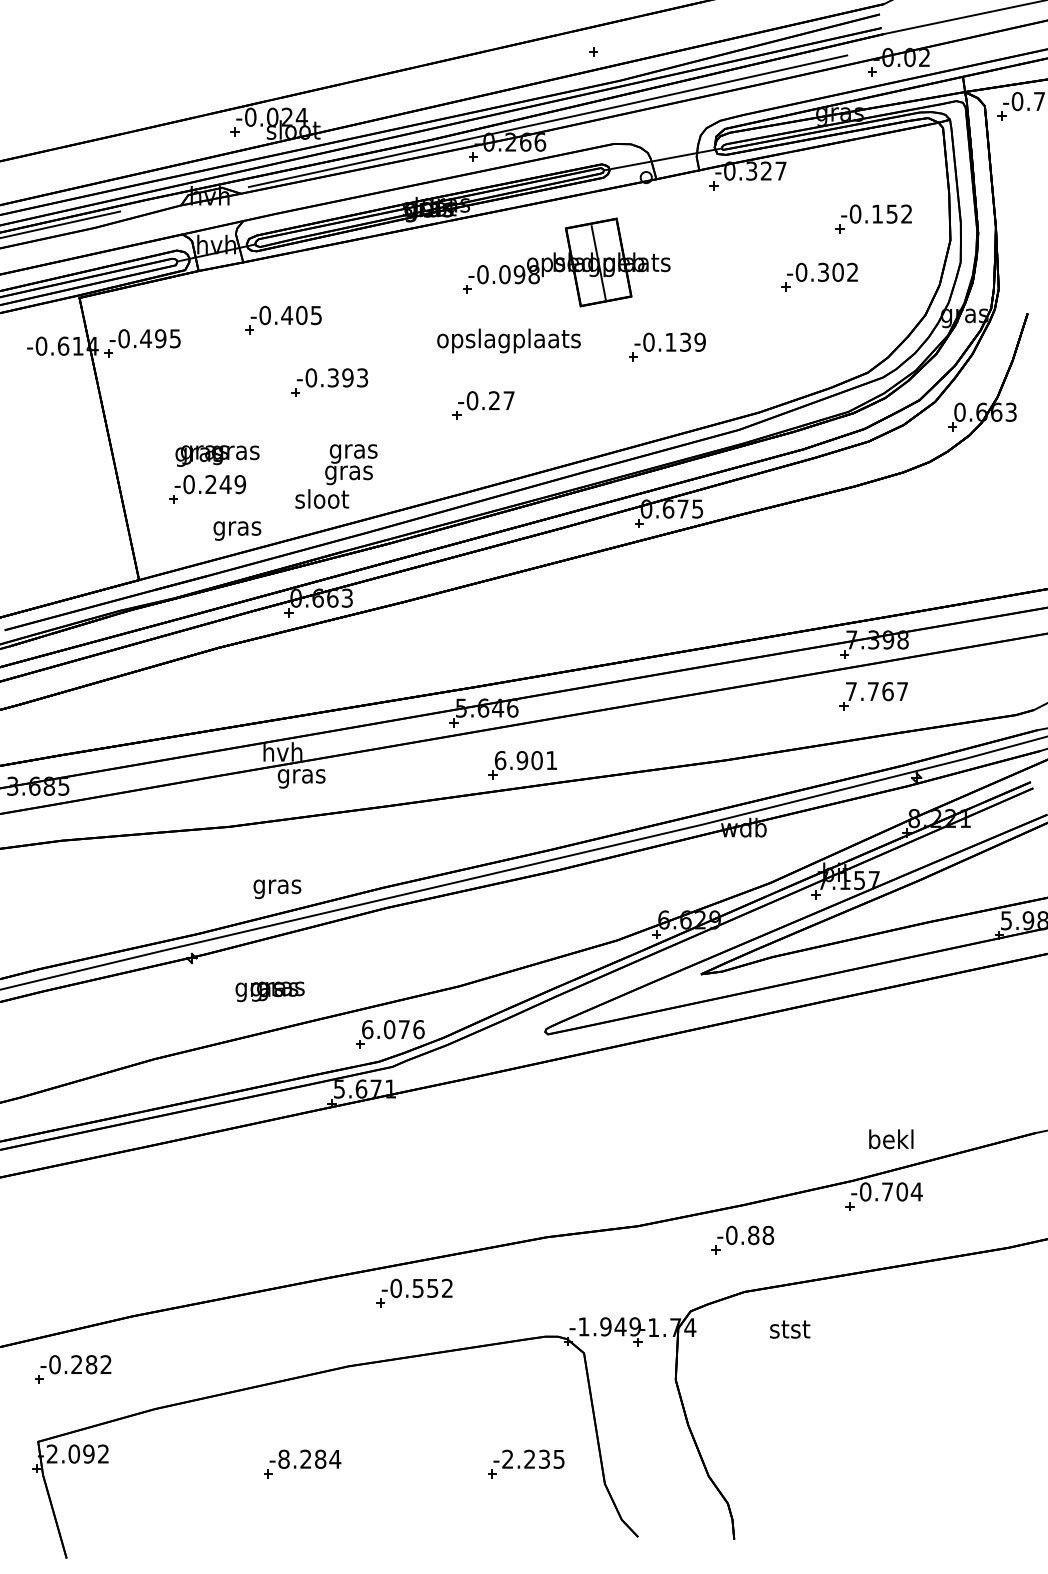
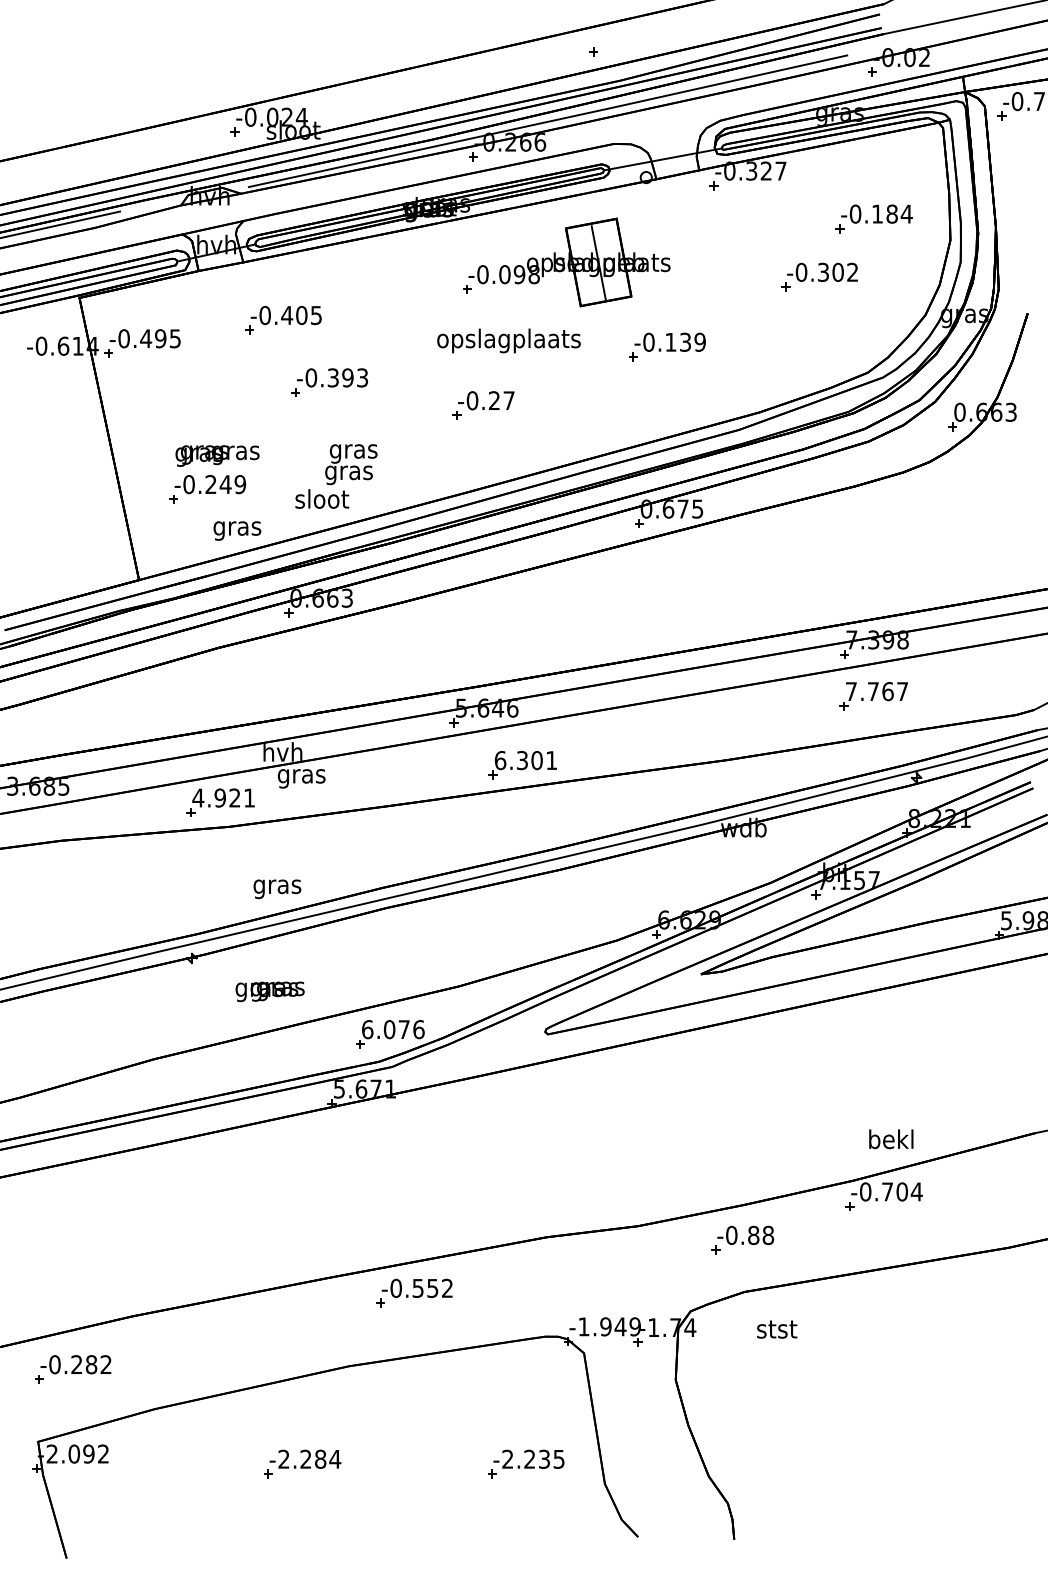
text at (899, 213): -0.152 -> -0.184
text at (522, 760): 6.901 -> 6.301
part at (220, 802): none -> present
text at (790, 1329) position: (790, 1329) -> (777, 1329)
text at (283, 1458): -8.284 -> -2.284
